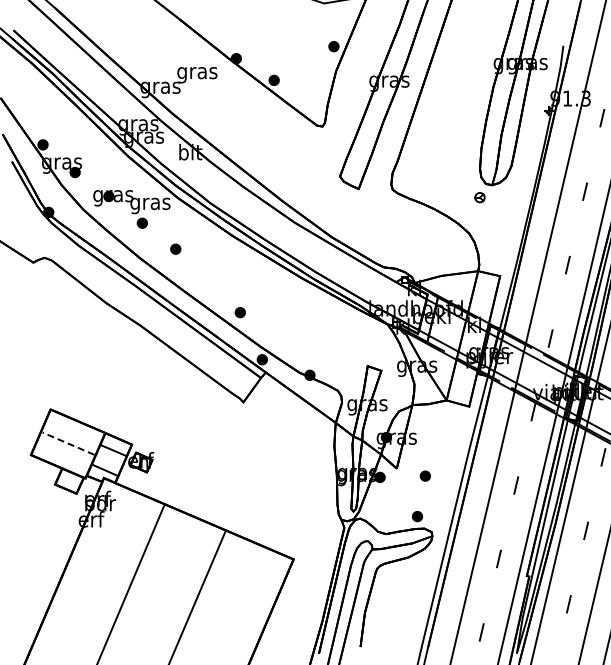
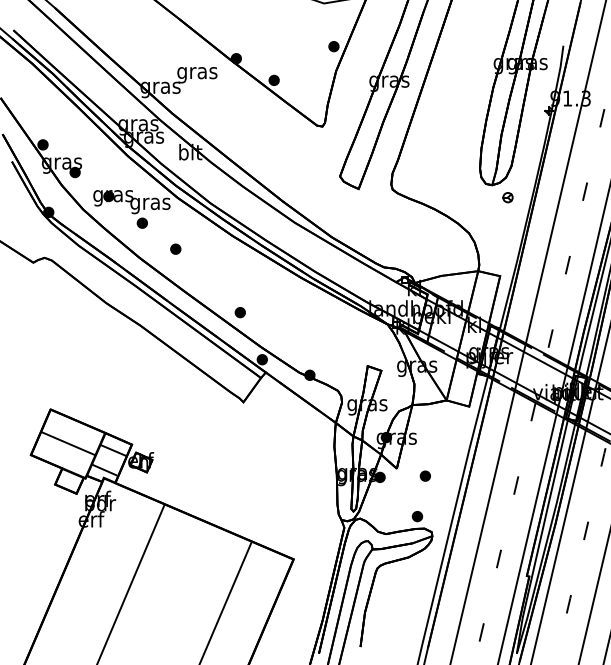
part at (479, 197) position: (479, 197) -> (507, 197)
line at (68, 443): dashed -> solid
line at (197, 596) position: (197, 596) -> (225, 602)
